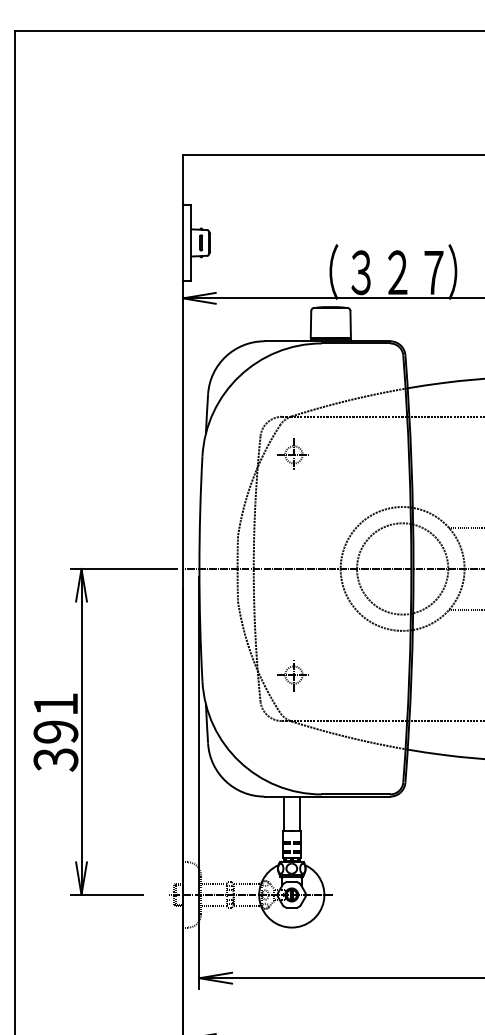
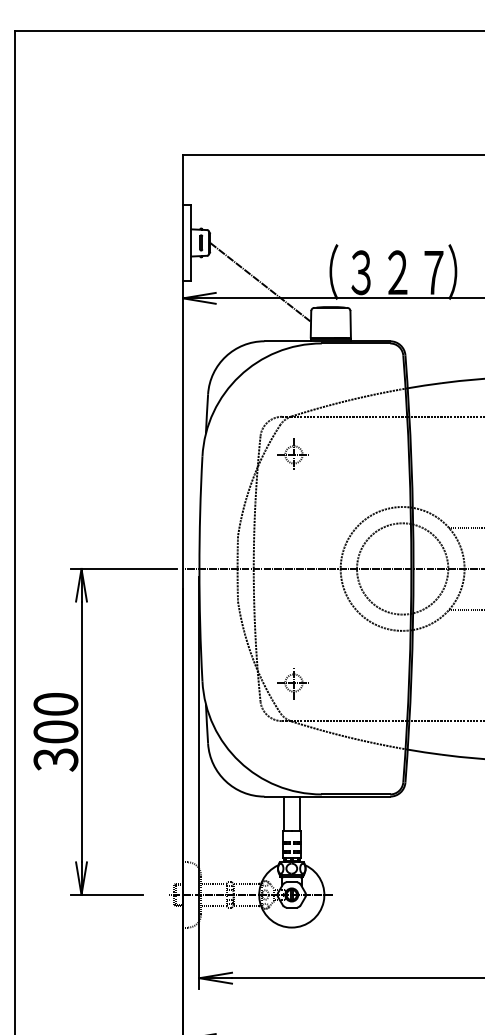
line at (260, 281): none -> present
part at (292, 675) position: (292, 675) -> (292, 683)
text at (55, 718): 391 -> 300
